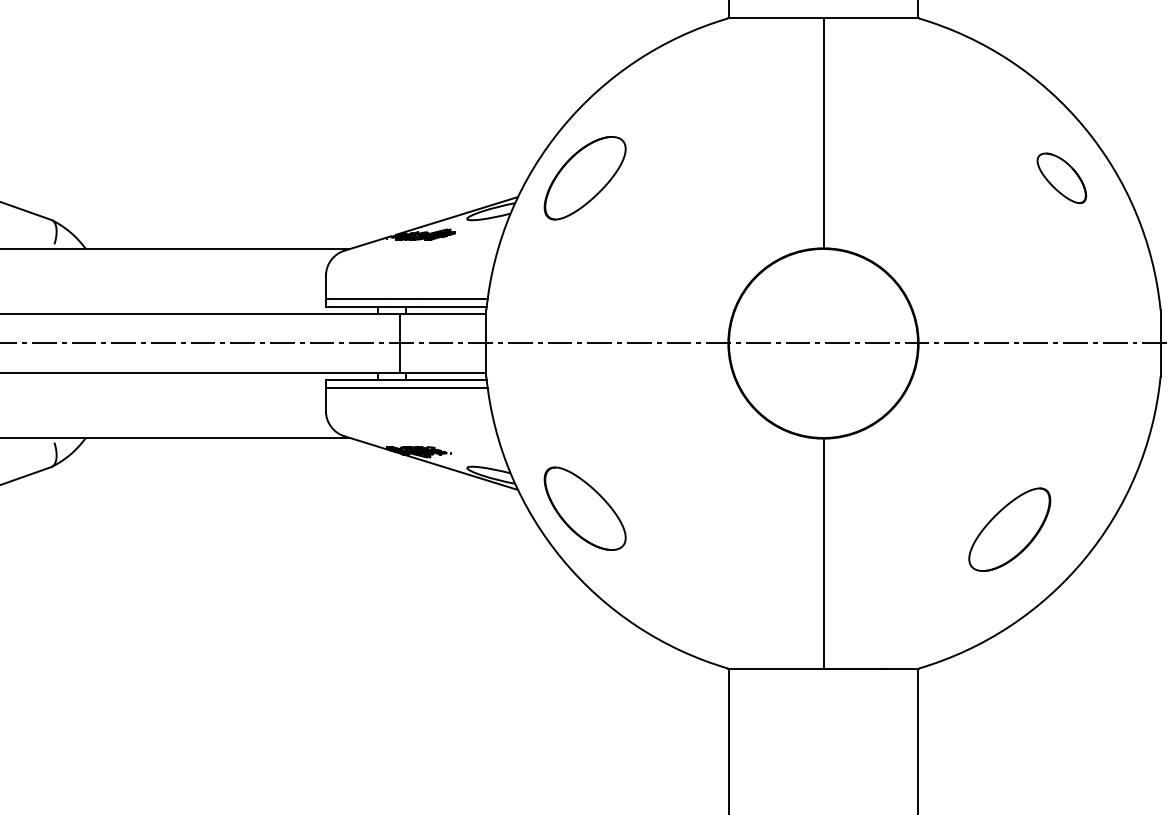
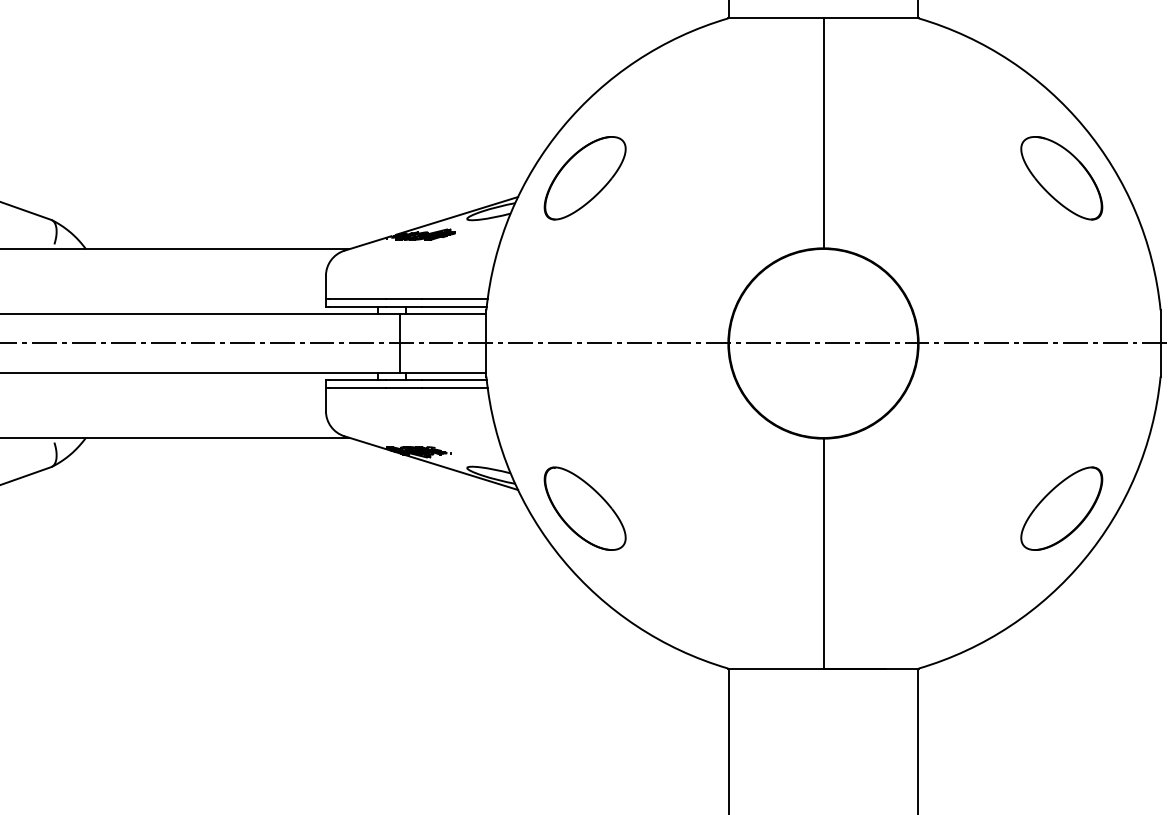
part at (1061, 178) size: 52x53 px -> 84x85 px
part at (1009, 529) position: (1009, 529) -> (1061, 508)
